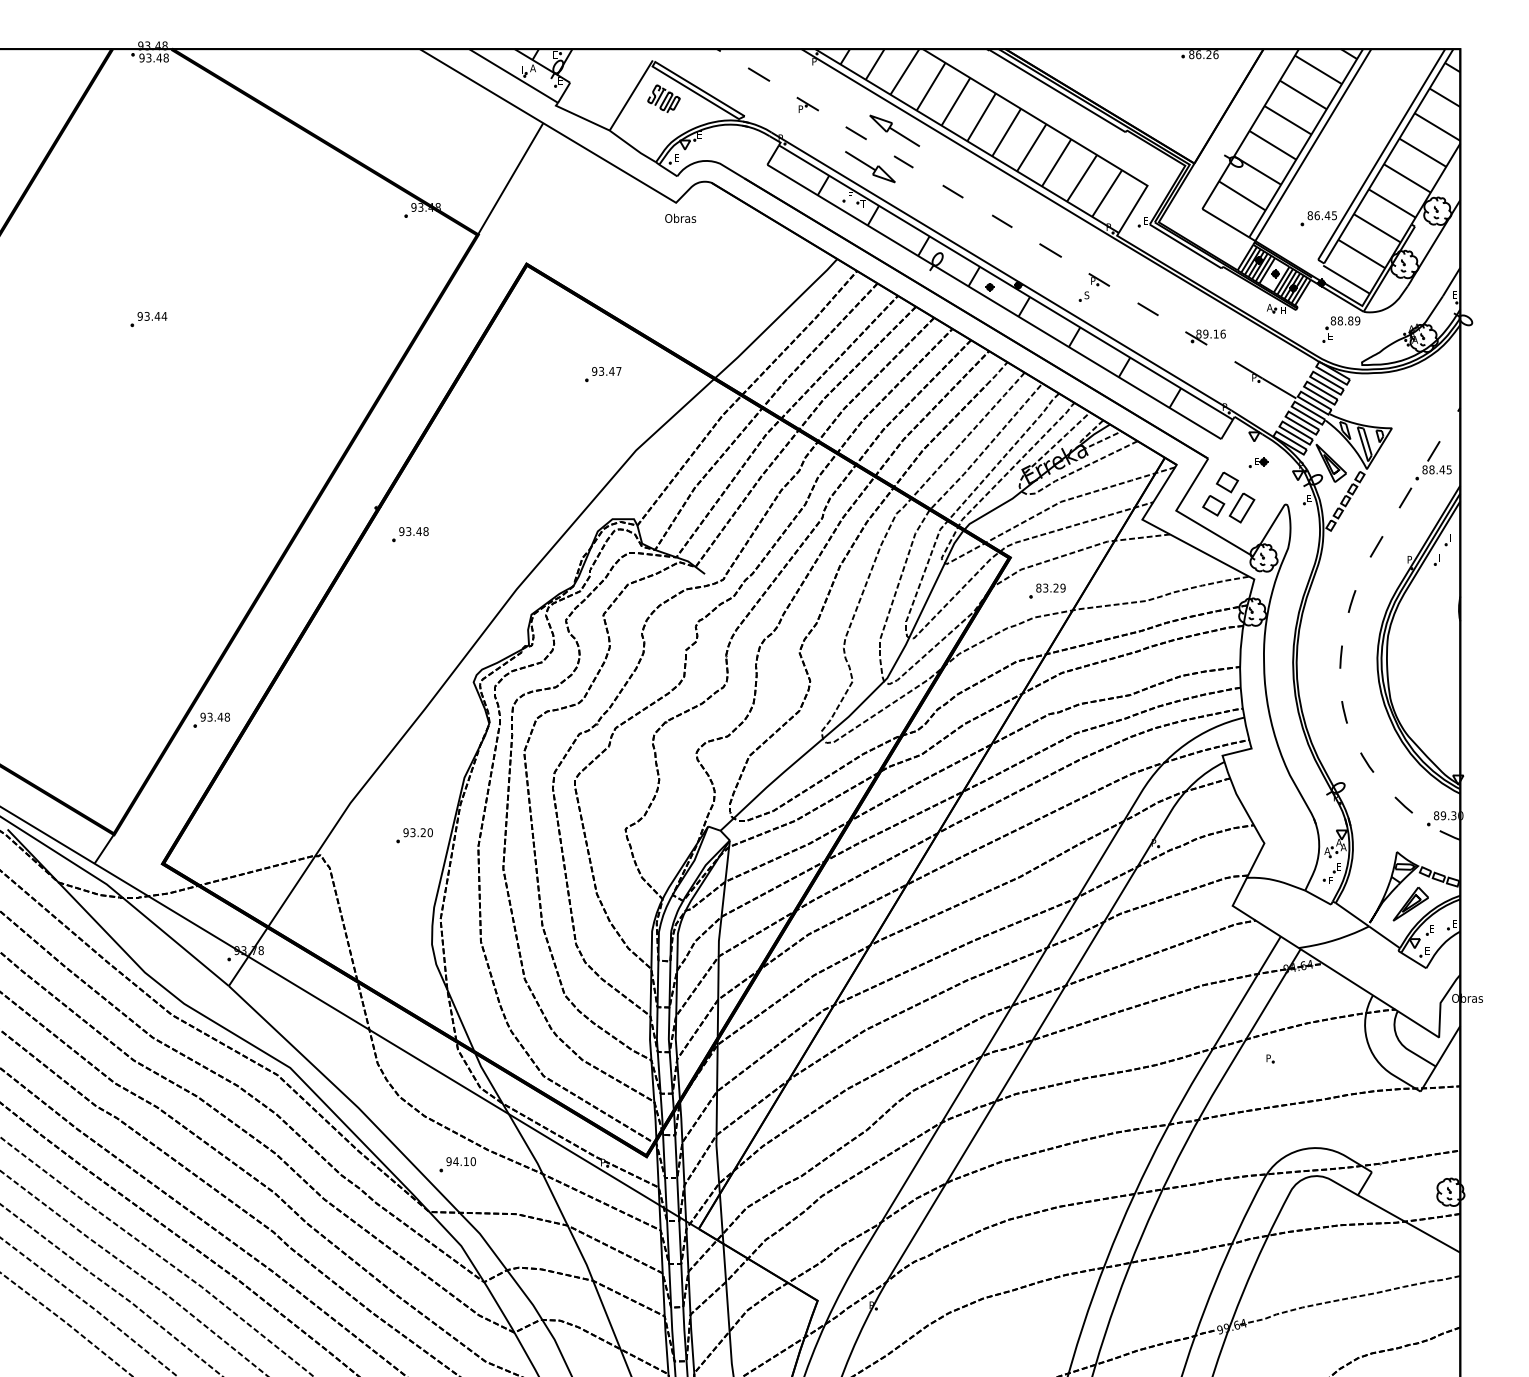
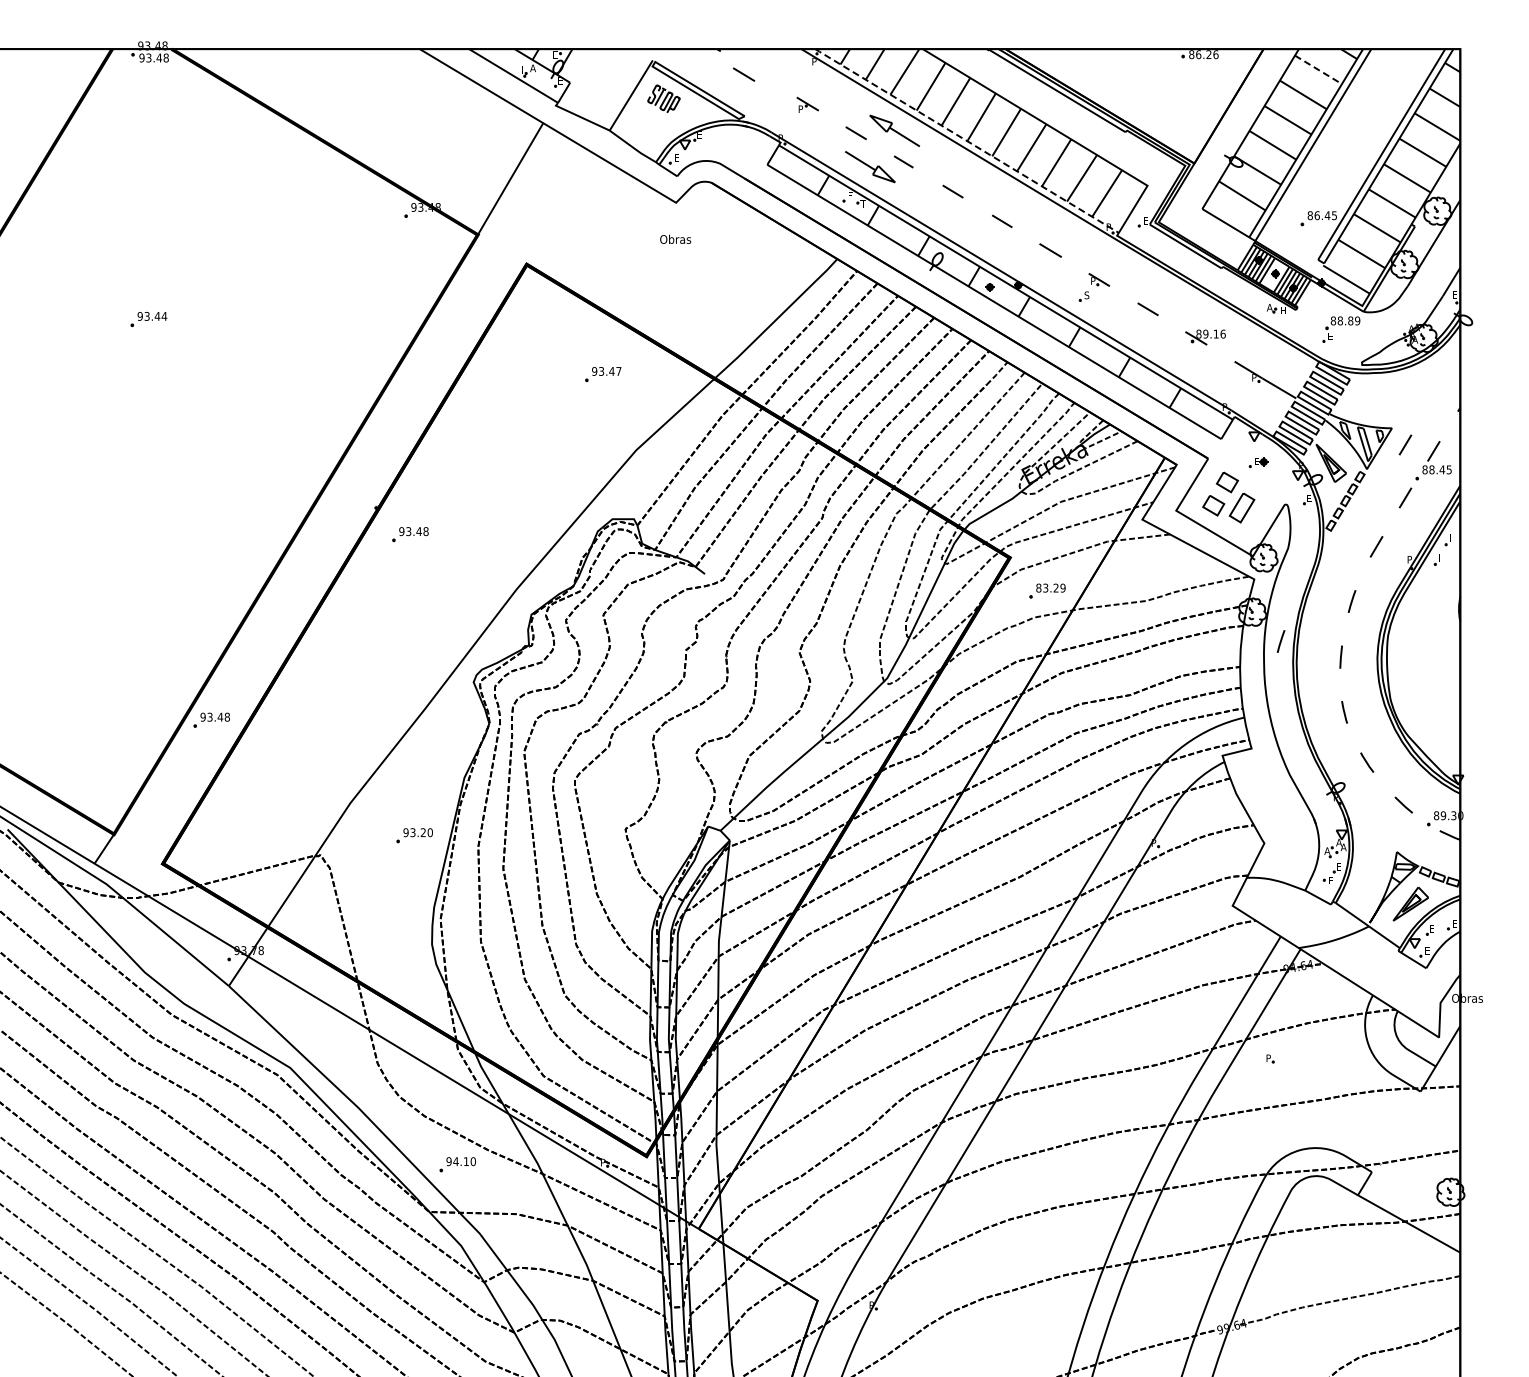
line at (1318, 70): solid -> dashed
line at (759, 74) position: (759, 74) -> (744, 74)
line at (967, 141): solid -> dashed
text at (680, 217) position: (680, 217) -> (675, 238)
line at (1405, 444): none -> present
line at (1280, 641): none -> present
